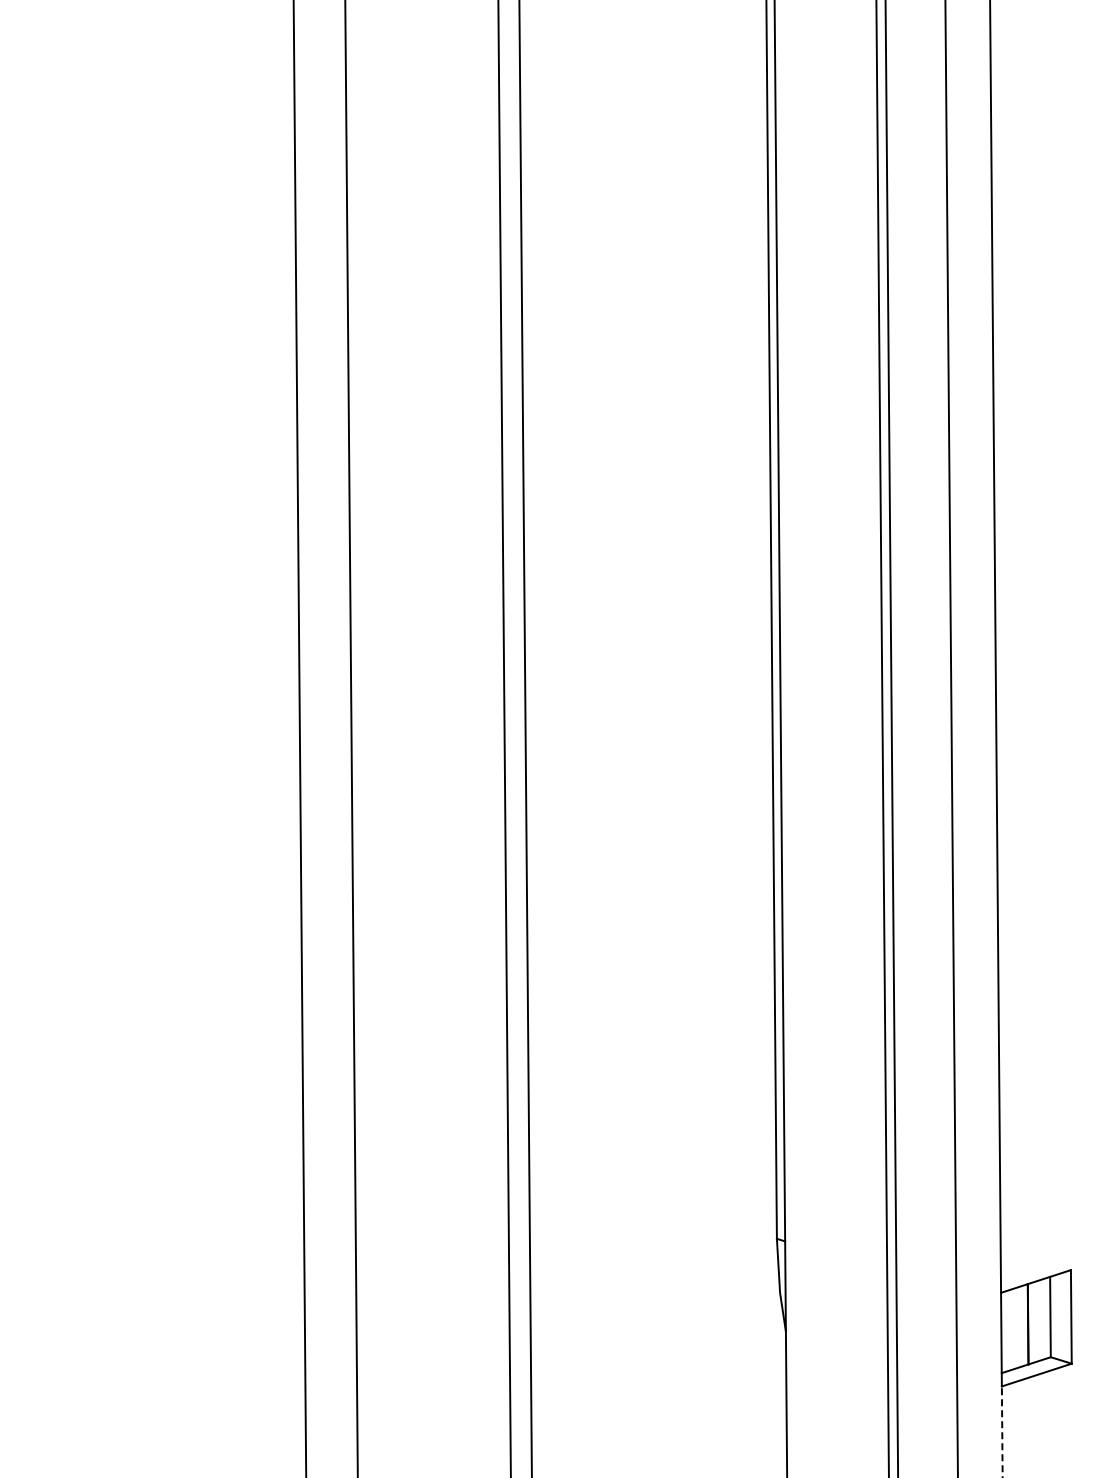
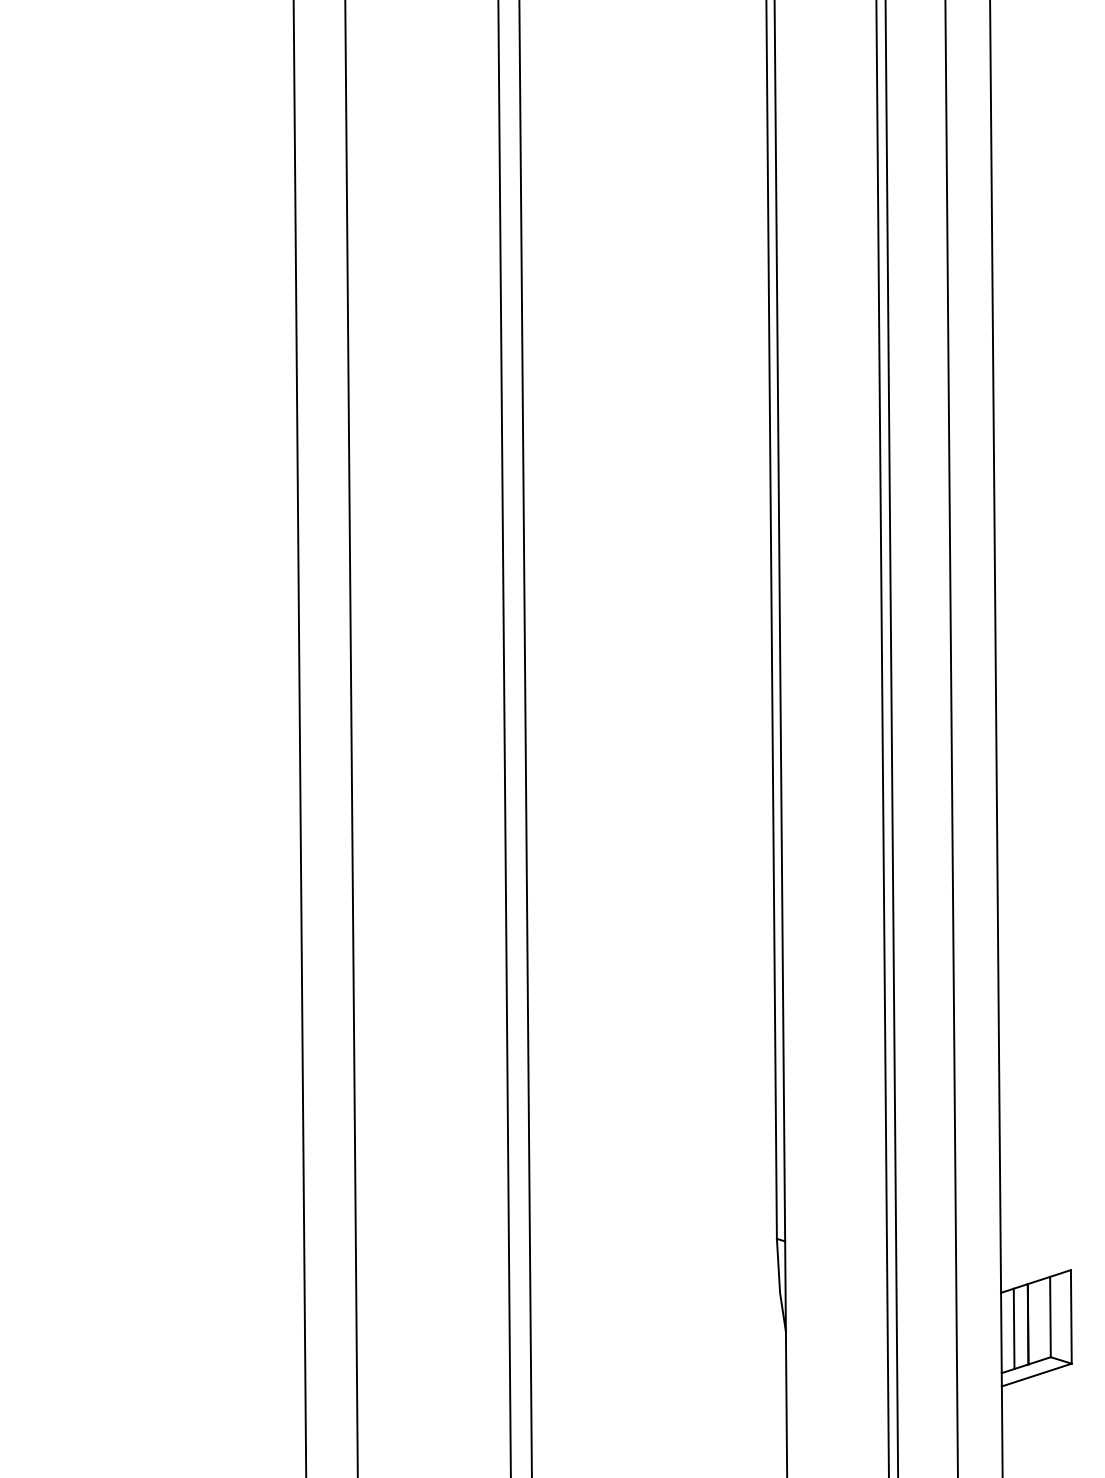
line at (1013, 1328): none -> present
line at (1002, 1431): dashed -> solid
